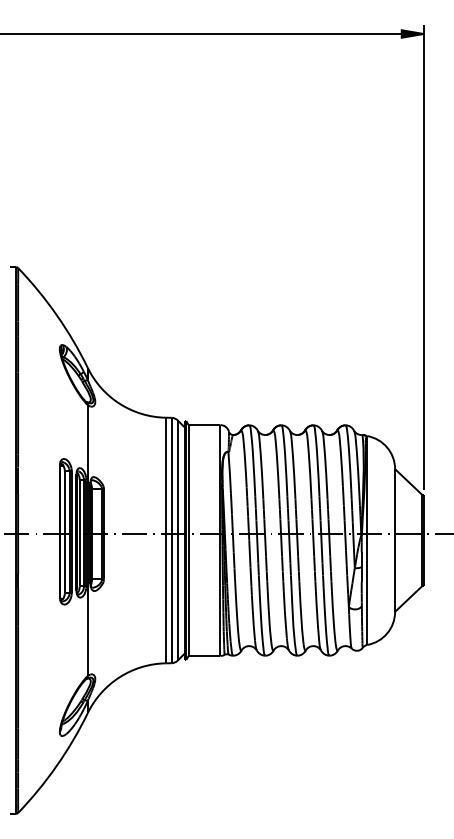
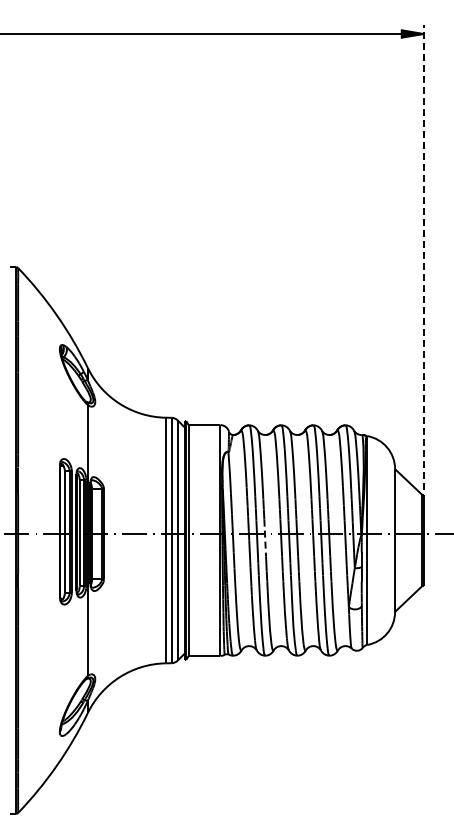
line at (423, 257): solid -> dashed
line at (265, 538): solid -> dashed
